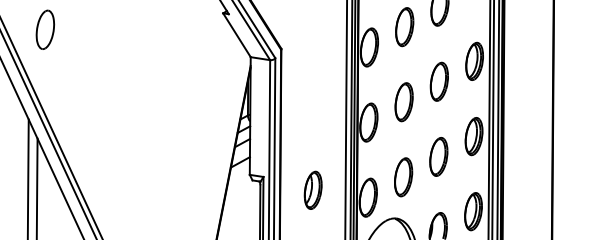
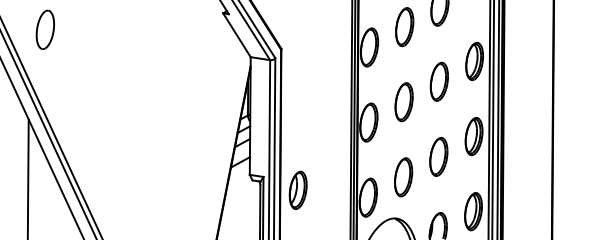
line at (346, 119): present -> none
line at (36, 187): present -> none
part at (312, 189) position: (312, 189) -> (297, 189)
